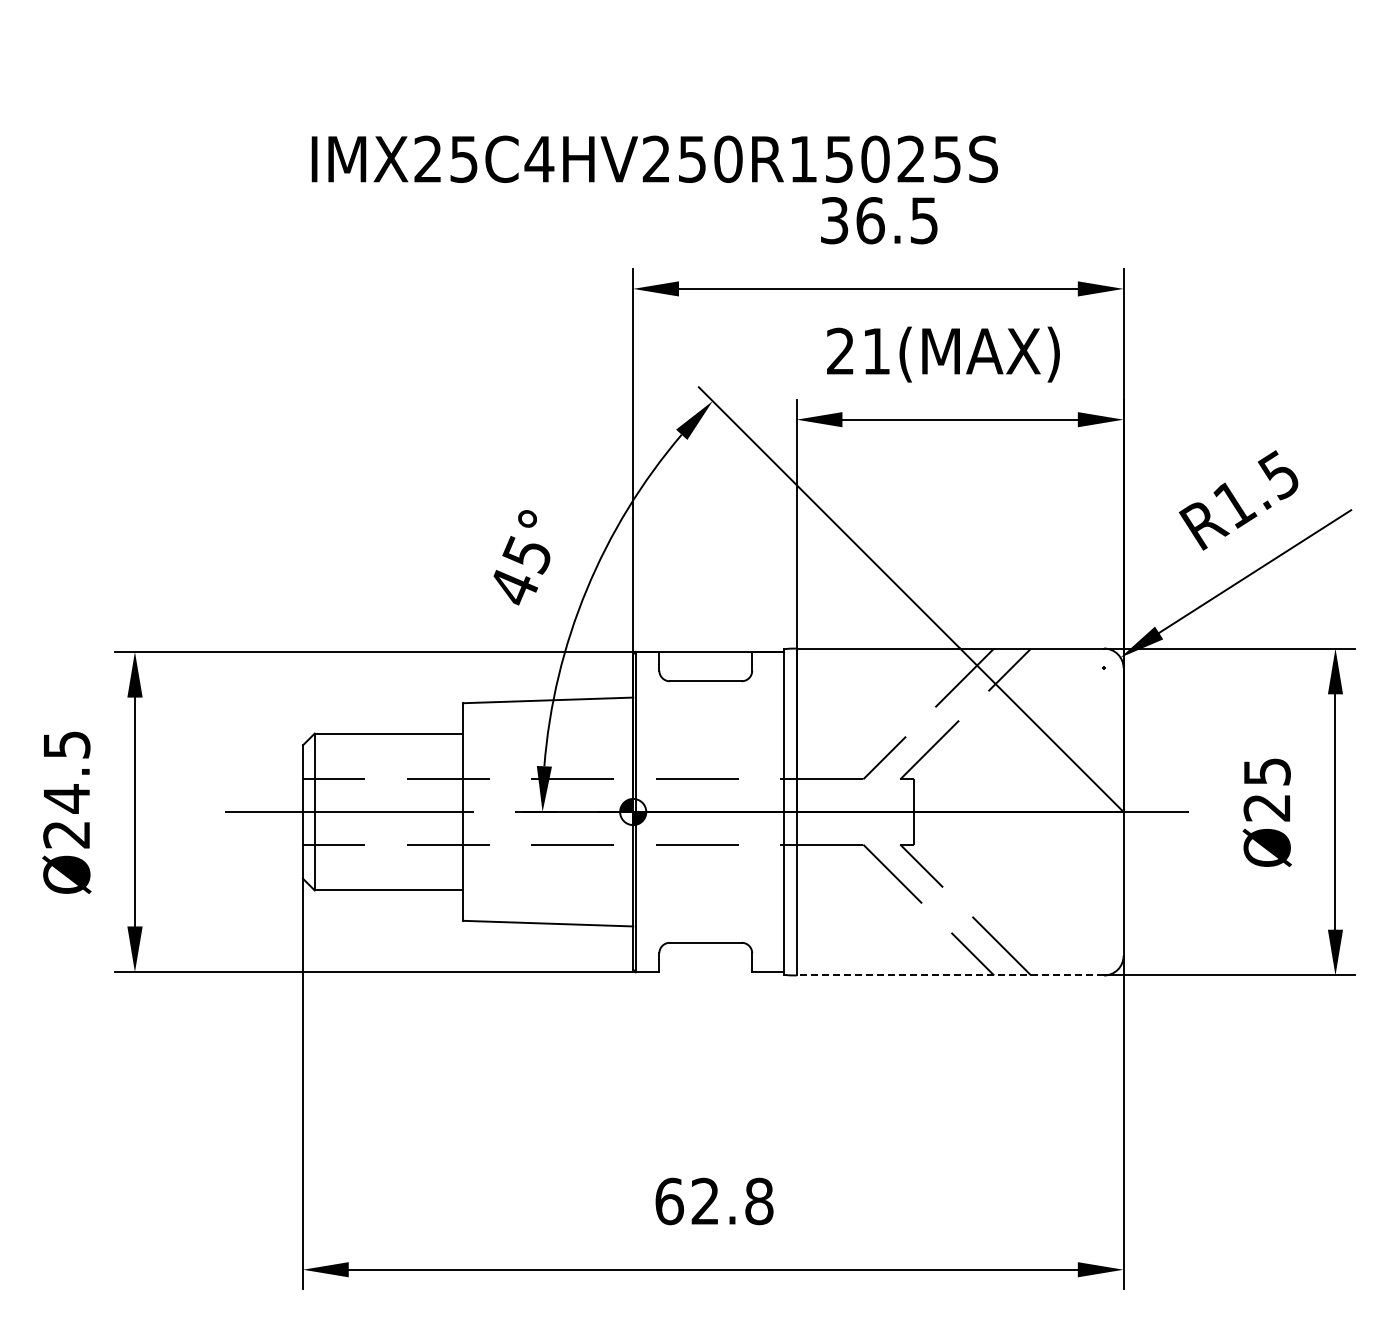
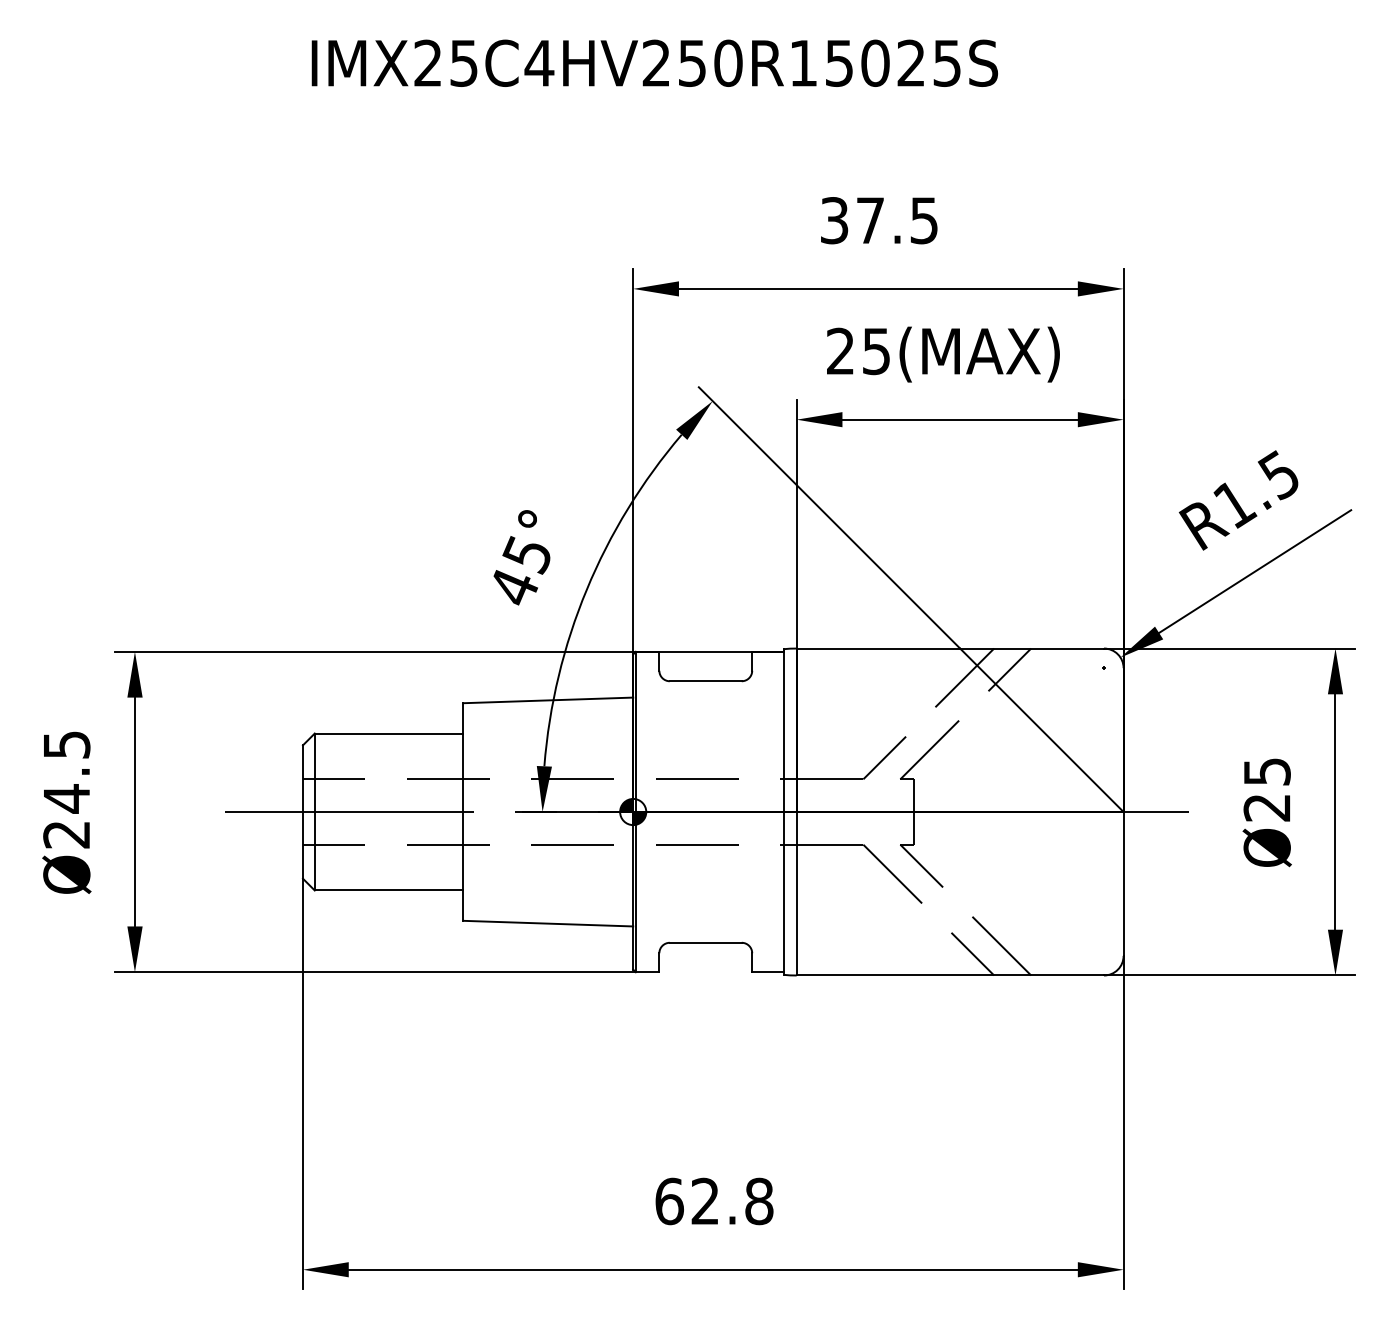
text at (654, 158) position: (654, 158) -> (654, 62)
text at (870, 220): 36.5 -> 37.5
text at (876, 351): 21(MAX) -> 25(MAX)
line at (950, 975): dashed -> solid
